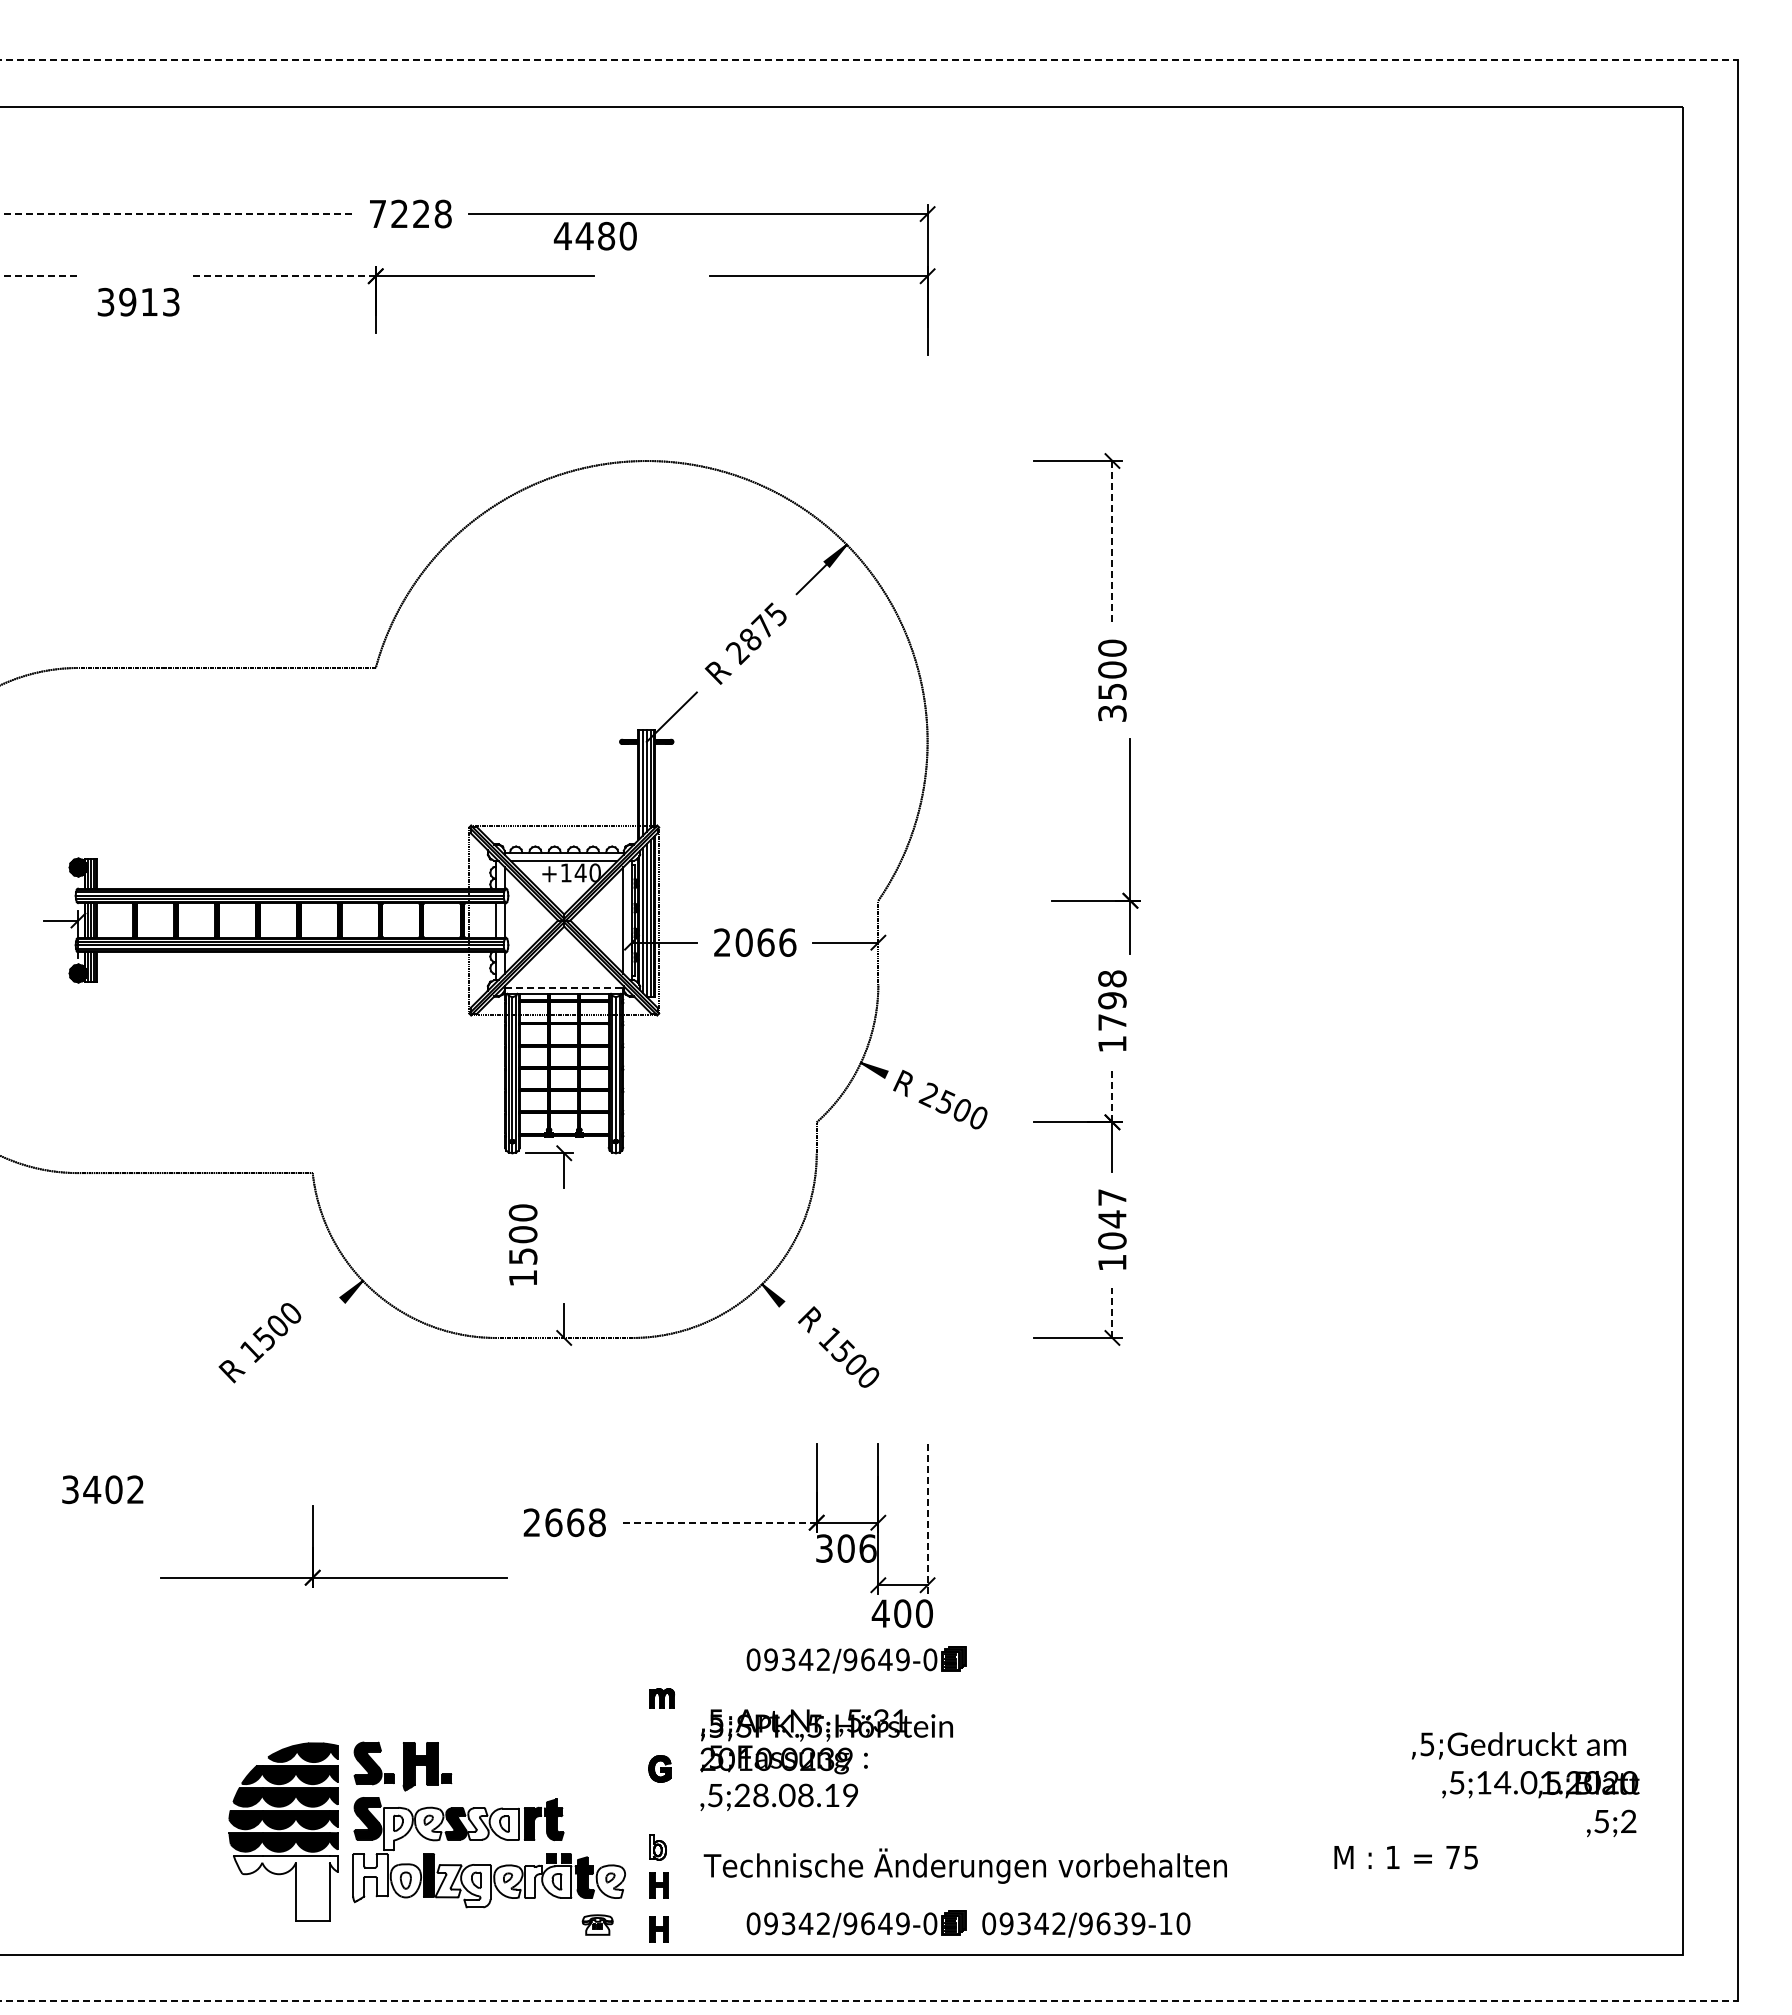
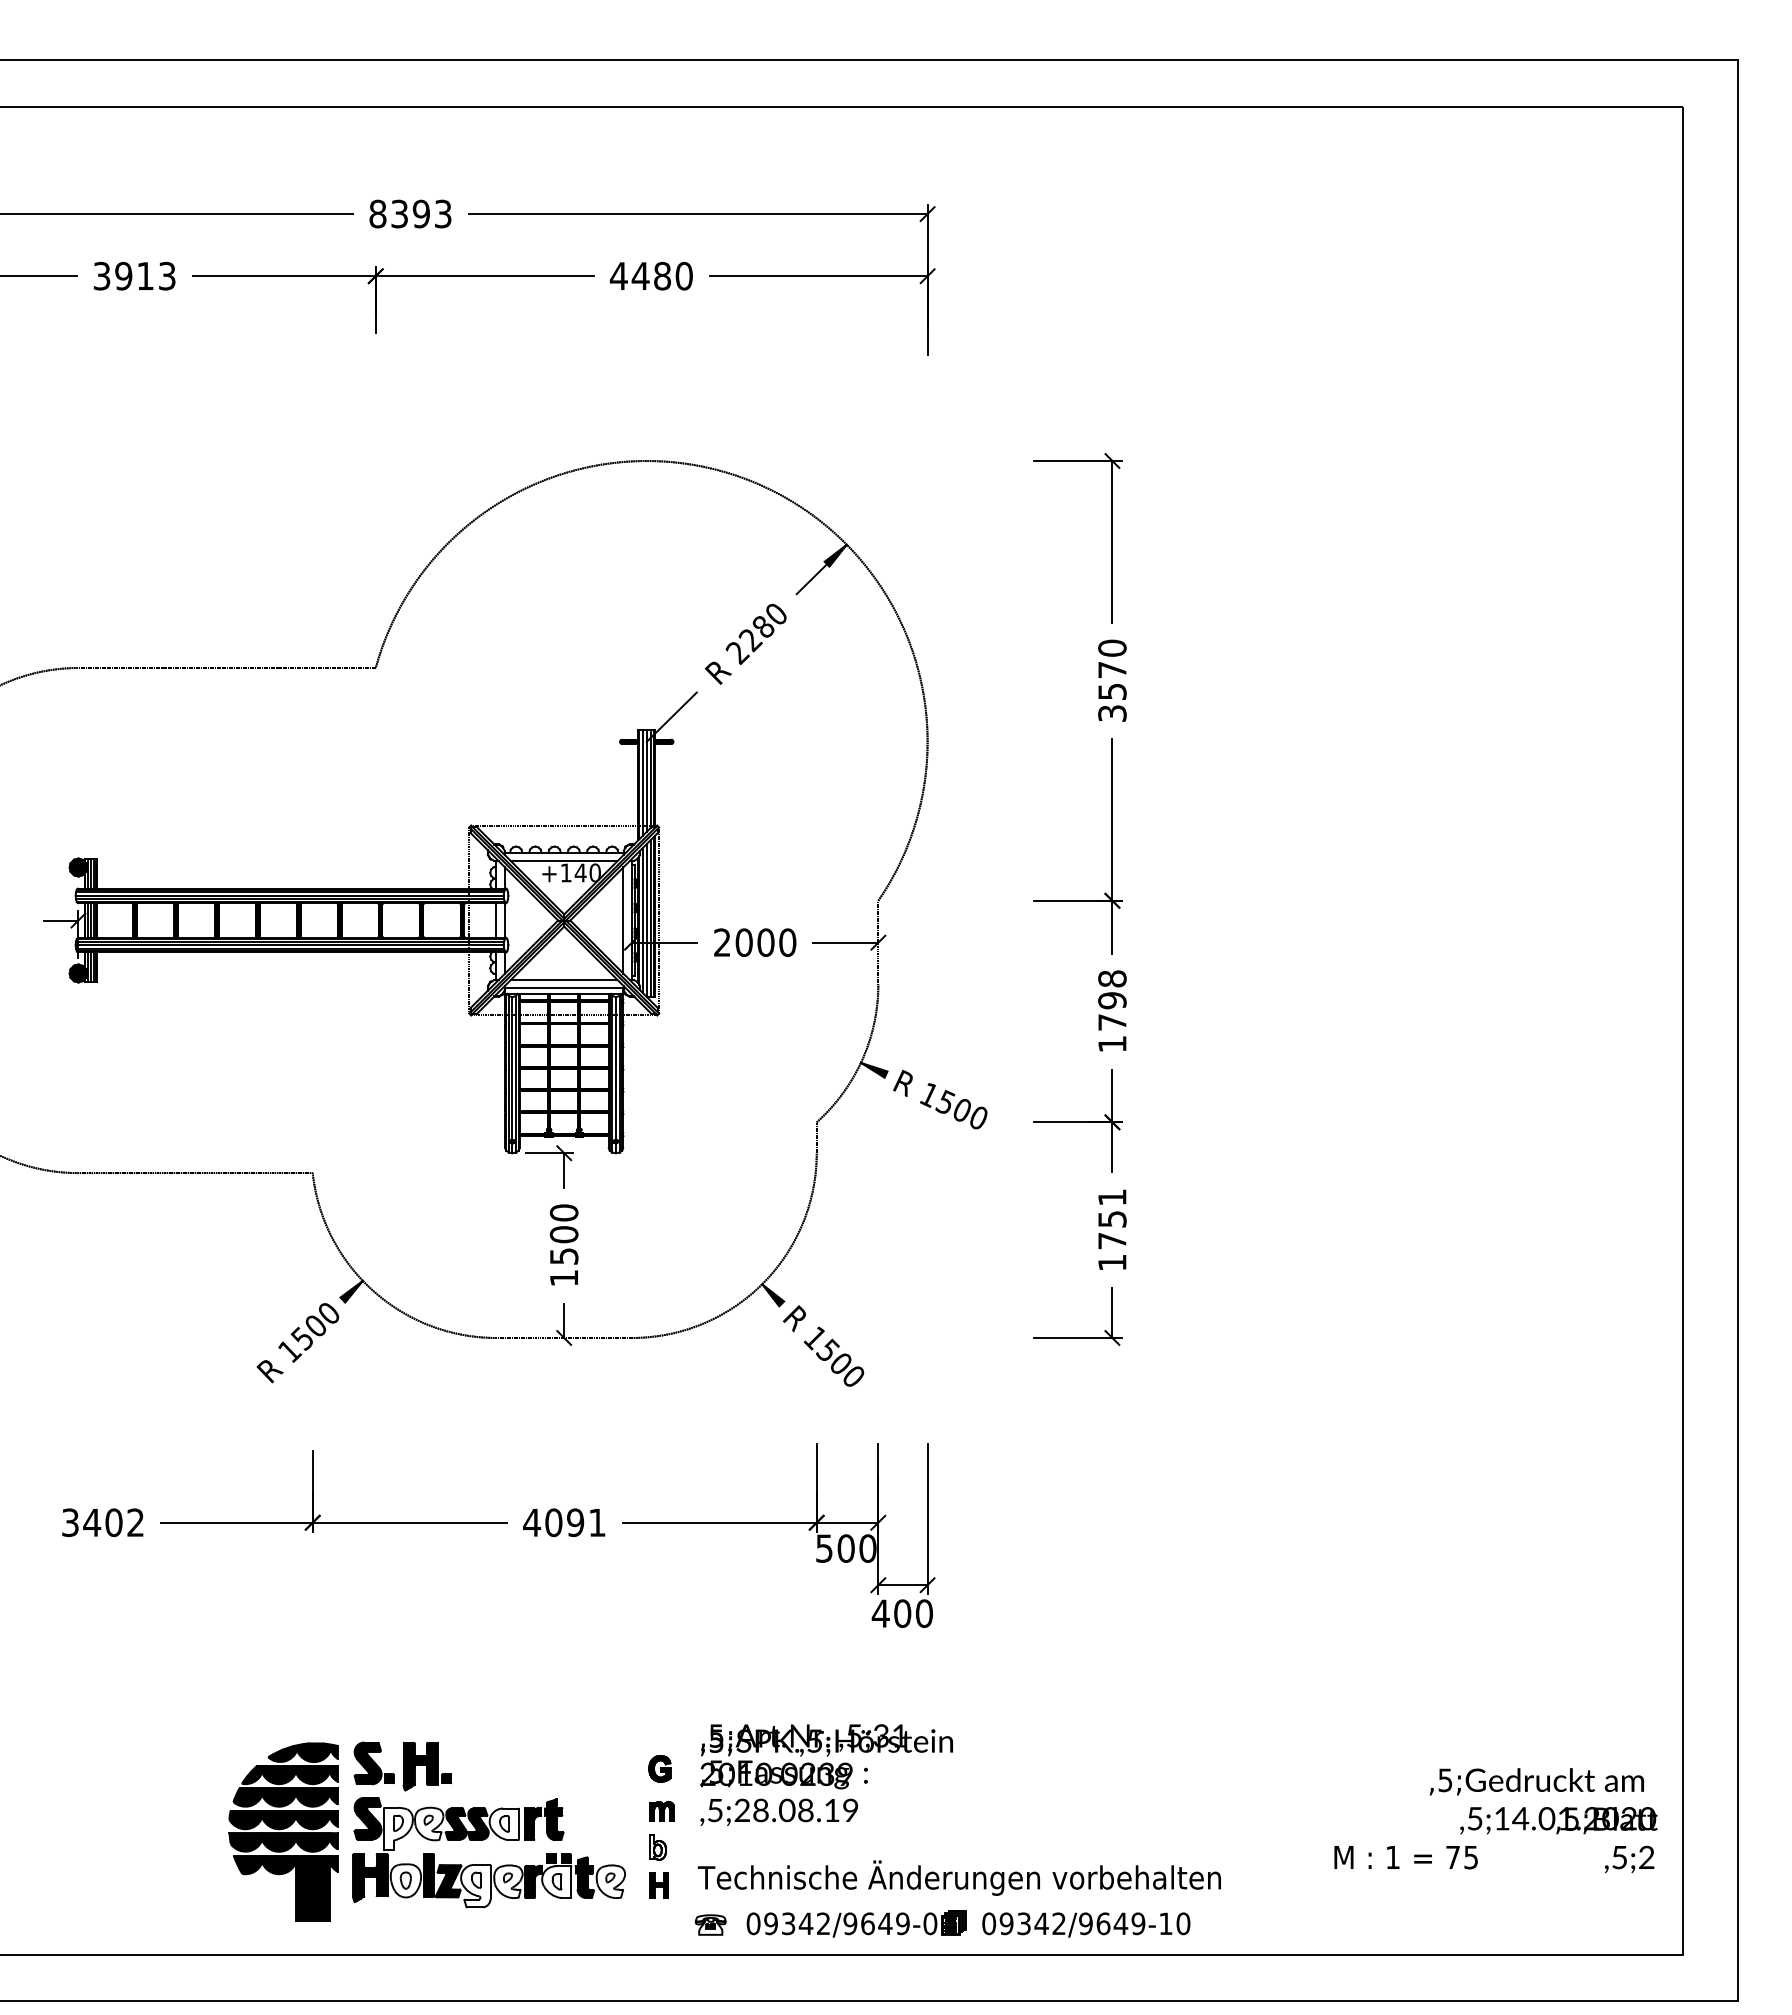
line at (869, 60): dashed -> solid
text at (410, 213): 7228 -> 8393
line at (176, 214): dashed -> solid
text at (594, 235) position: (594, 235) -> (650, 275)
line at (38, 276): dashed -> solid
line at (284, 276): dashed -> solid
text at (138, 301) position: (138, 301) -> (134, 275)
line at (1112, 541): dashed -> solid
text at (762, 627): 2875 -> 2280
text at (1112, 669): 3500 -> 3570
part at (1129, 846) position: (1129, 846) -> (1111, 846)
text at (776, 942): 2066 -> 2000
line at (564, 979): none -> present
line at (564, 988): dashed -> solid
text at (927, 1094): 2500 -> 1500
line at (1112, 1095): dashed -> solid
text at (1112, 1219): 1047 -> 1751
text at (522, 1244) position: (522, 1244) -> (563, 1244)
line at (1112, 1313): dashed -> solid
text at (259, 1343) position: (259, 1343) -> (297, 1343)
text at (838, 1346) position: (838, 1346) -> (823, 1345)
text at (102, 1489) position: (102, 1489) -> (102, 1522)
line at (927, 1519): dashed -> solid
text at (564, 1522): 2668 -> 4091
line at (719, 1522): dashed -> solid
part at (313, 1546) position: (313, 1546) -> (313, 1491)
text at (846, 1548): 306 -> 500
part at (856, 1659): present -> none
part at (661, 1698) position: (661, 1698) -> (661, 1811)
text at (826, 1760) position: (826, 1760) -> (826, 1775)
text at (1525, 1784) position: (1525, 1784) -> (1543, 1820)
fill at (477, 1823): none -> present
text at (964, 1865) position: (964, 1865) -> (958, 1877)
fill at (370, 1878): none -> present
fill at (448, 1881): none -> present
fill at (533, 1881): none -> present
fill at (285, 1887): none -> present
text at (1120, 1923): 09342/9639-10 -> 09342/9649-10
part at (597, 1924) position: (597, 1924) -> (710, 1924)
part at (658, 1929): present -> none
line at (869, 2000): dashed -> solid
